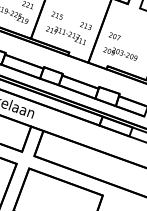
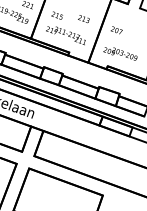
text at (85, 26) position: (85, 26) -> (83, 19)
text at (114, 36) position: (114, 36) -> (116, 30)
